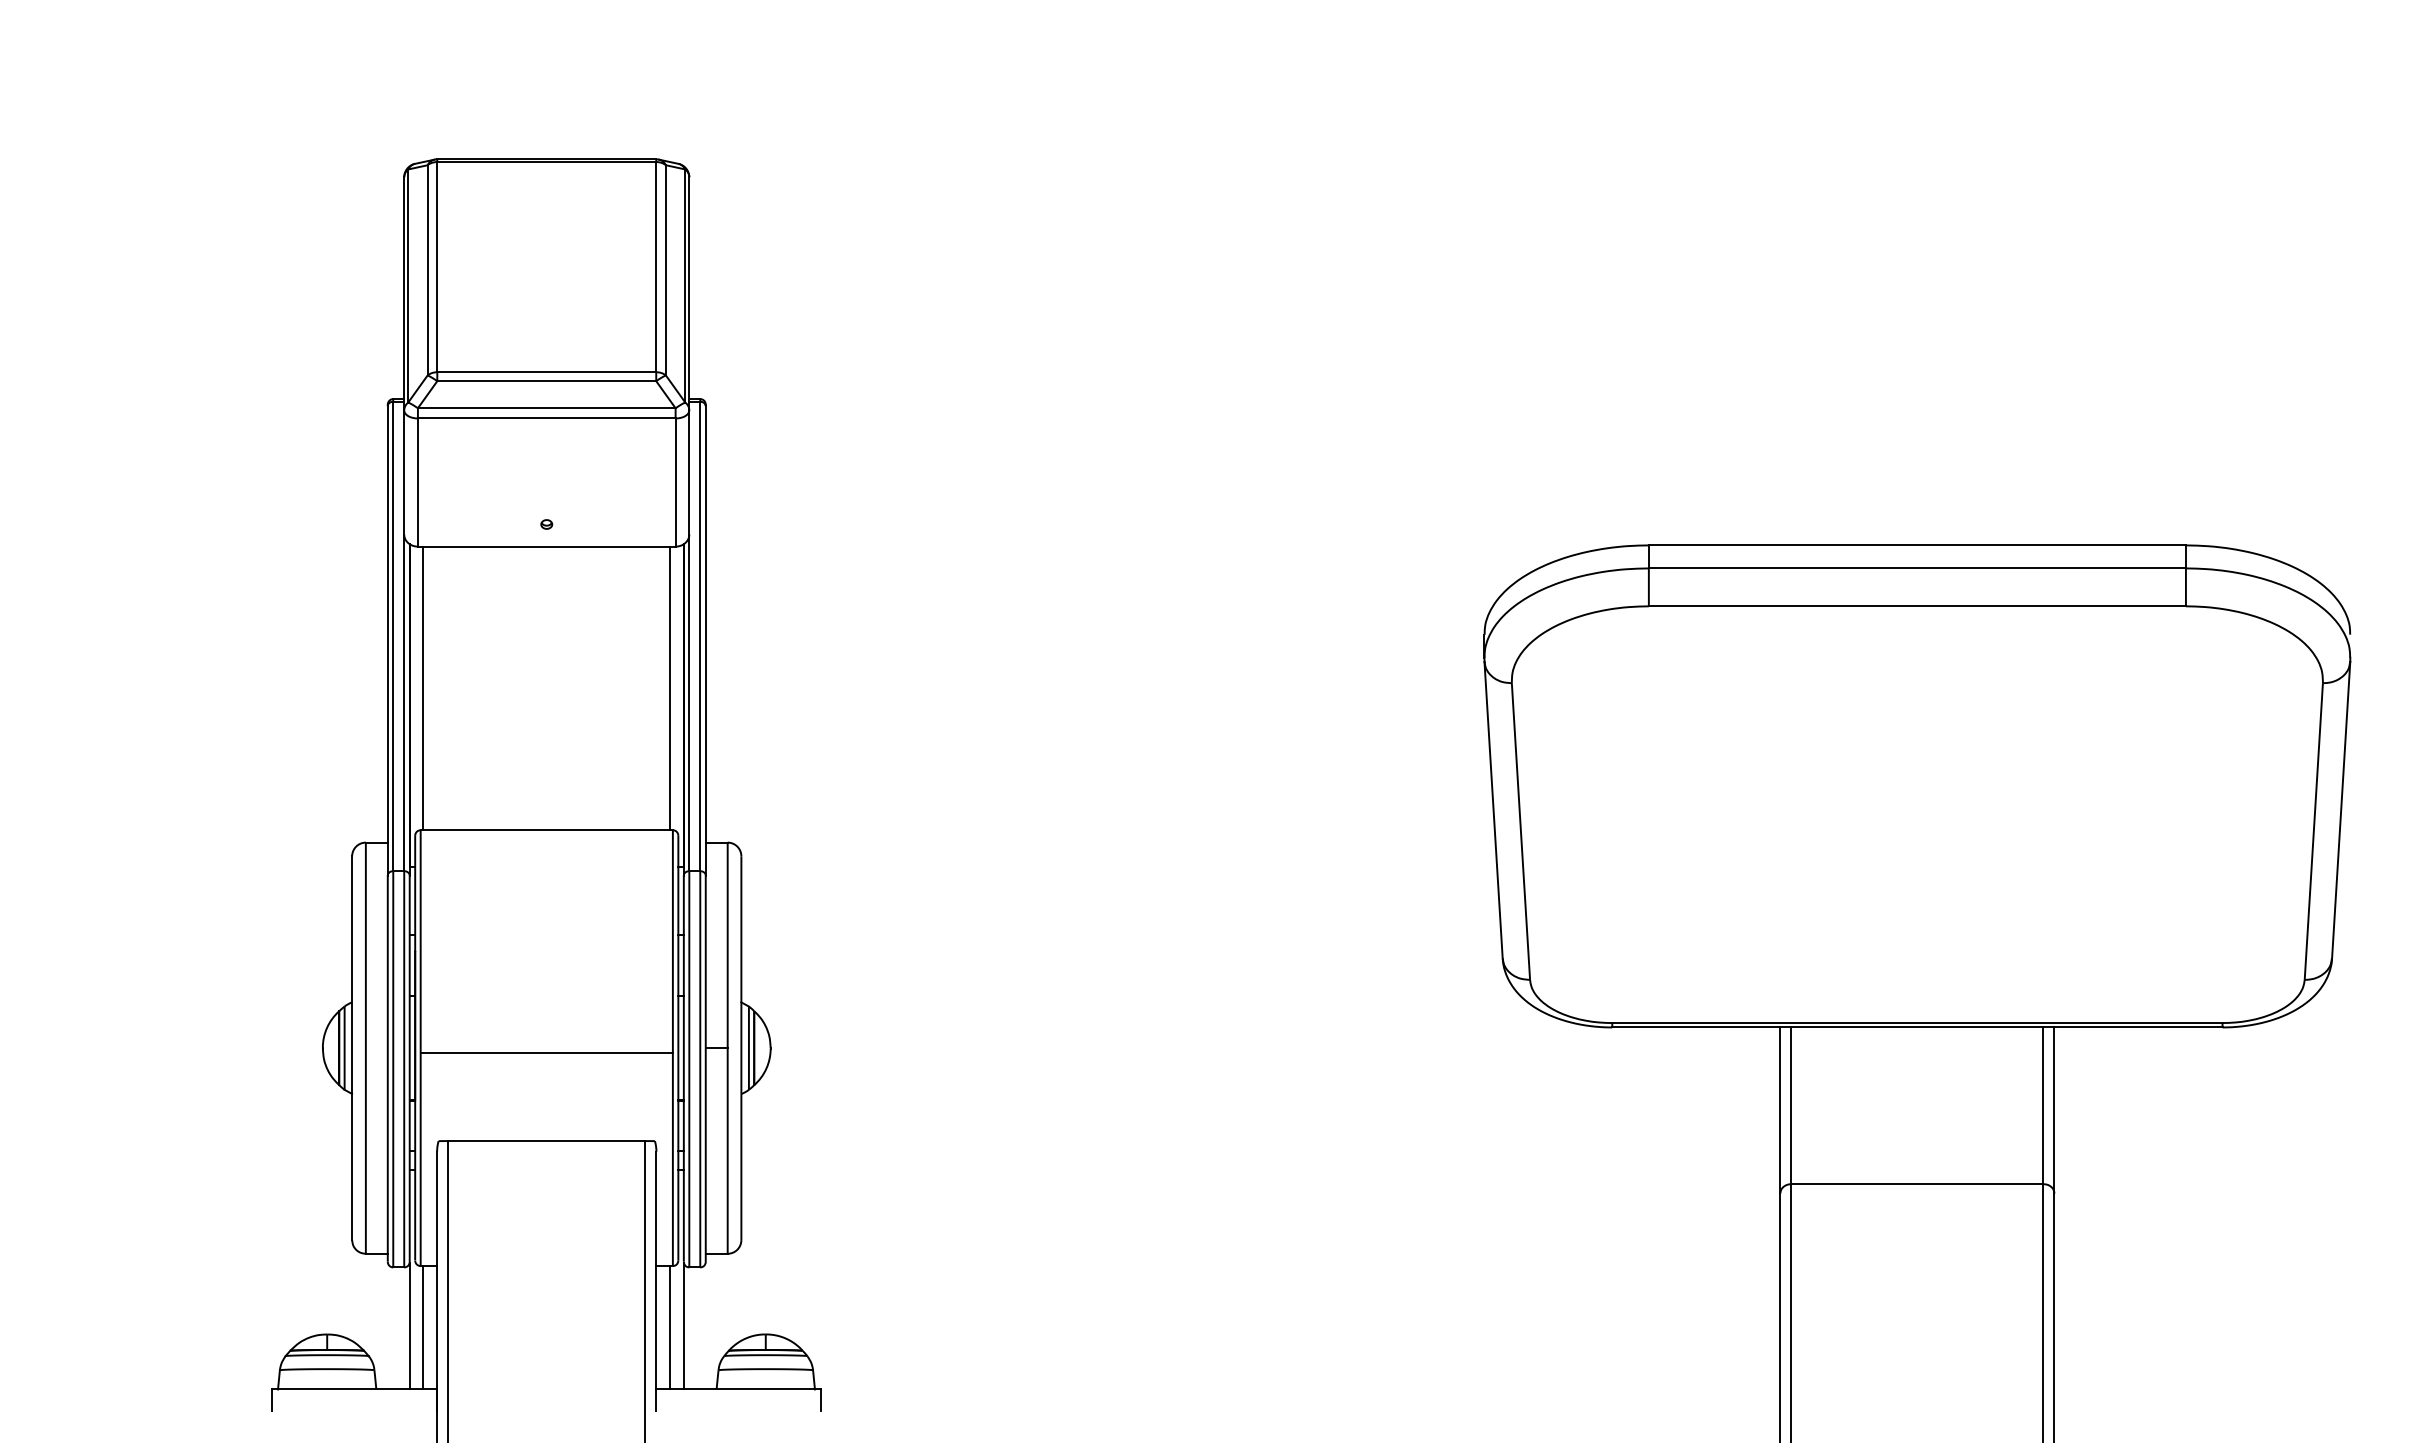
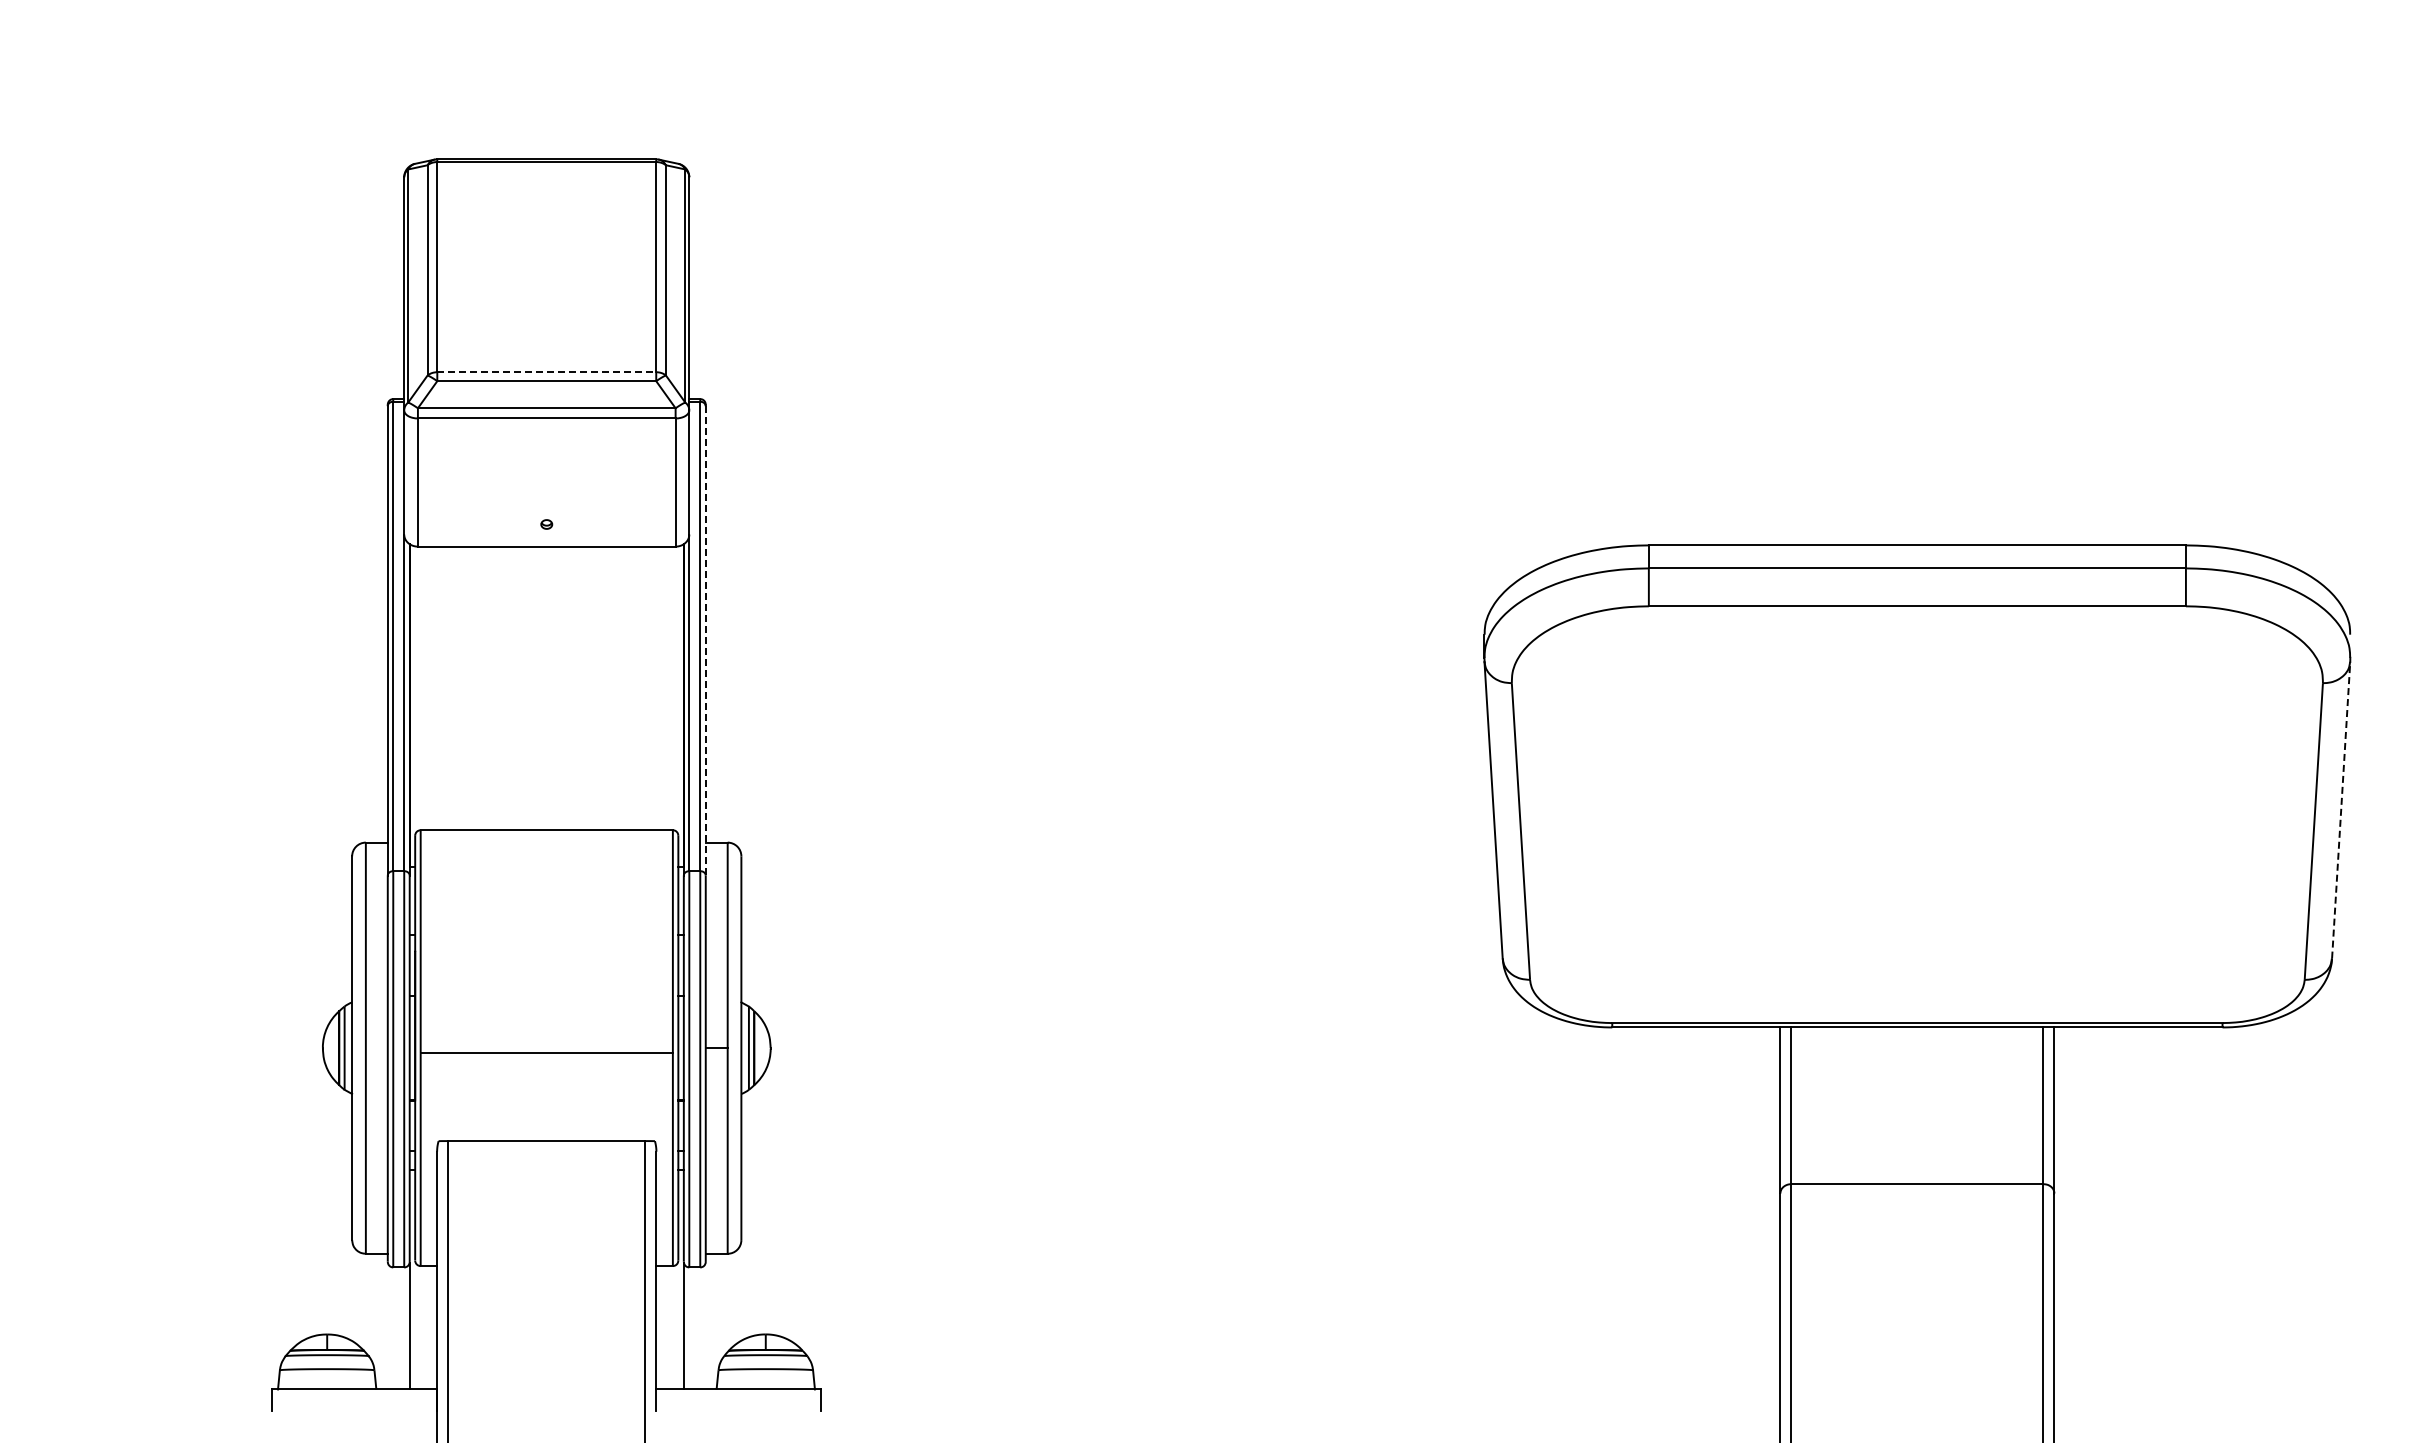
line at (547, 372): solid -> dashed
line at (705, 640): solid -> dashed
line at (423, 688): present -> none
line at (670, 688): present -> none
line at (2341, 810): solid -> dashed
line at (423, 1327): present -> none
line at (670, 1327): present -> none
